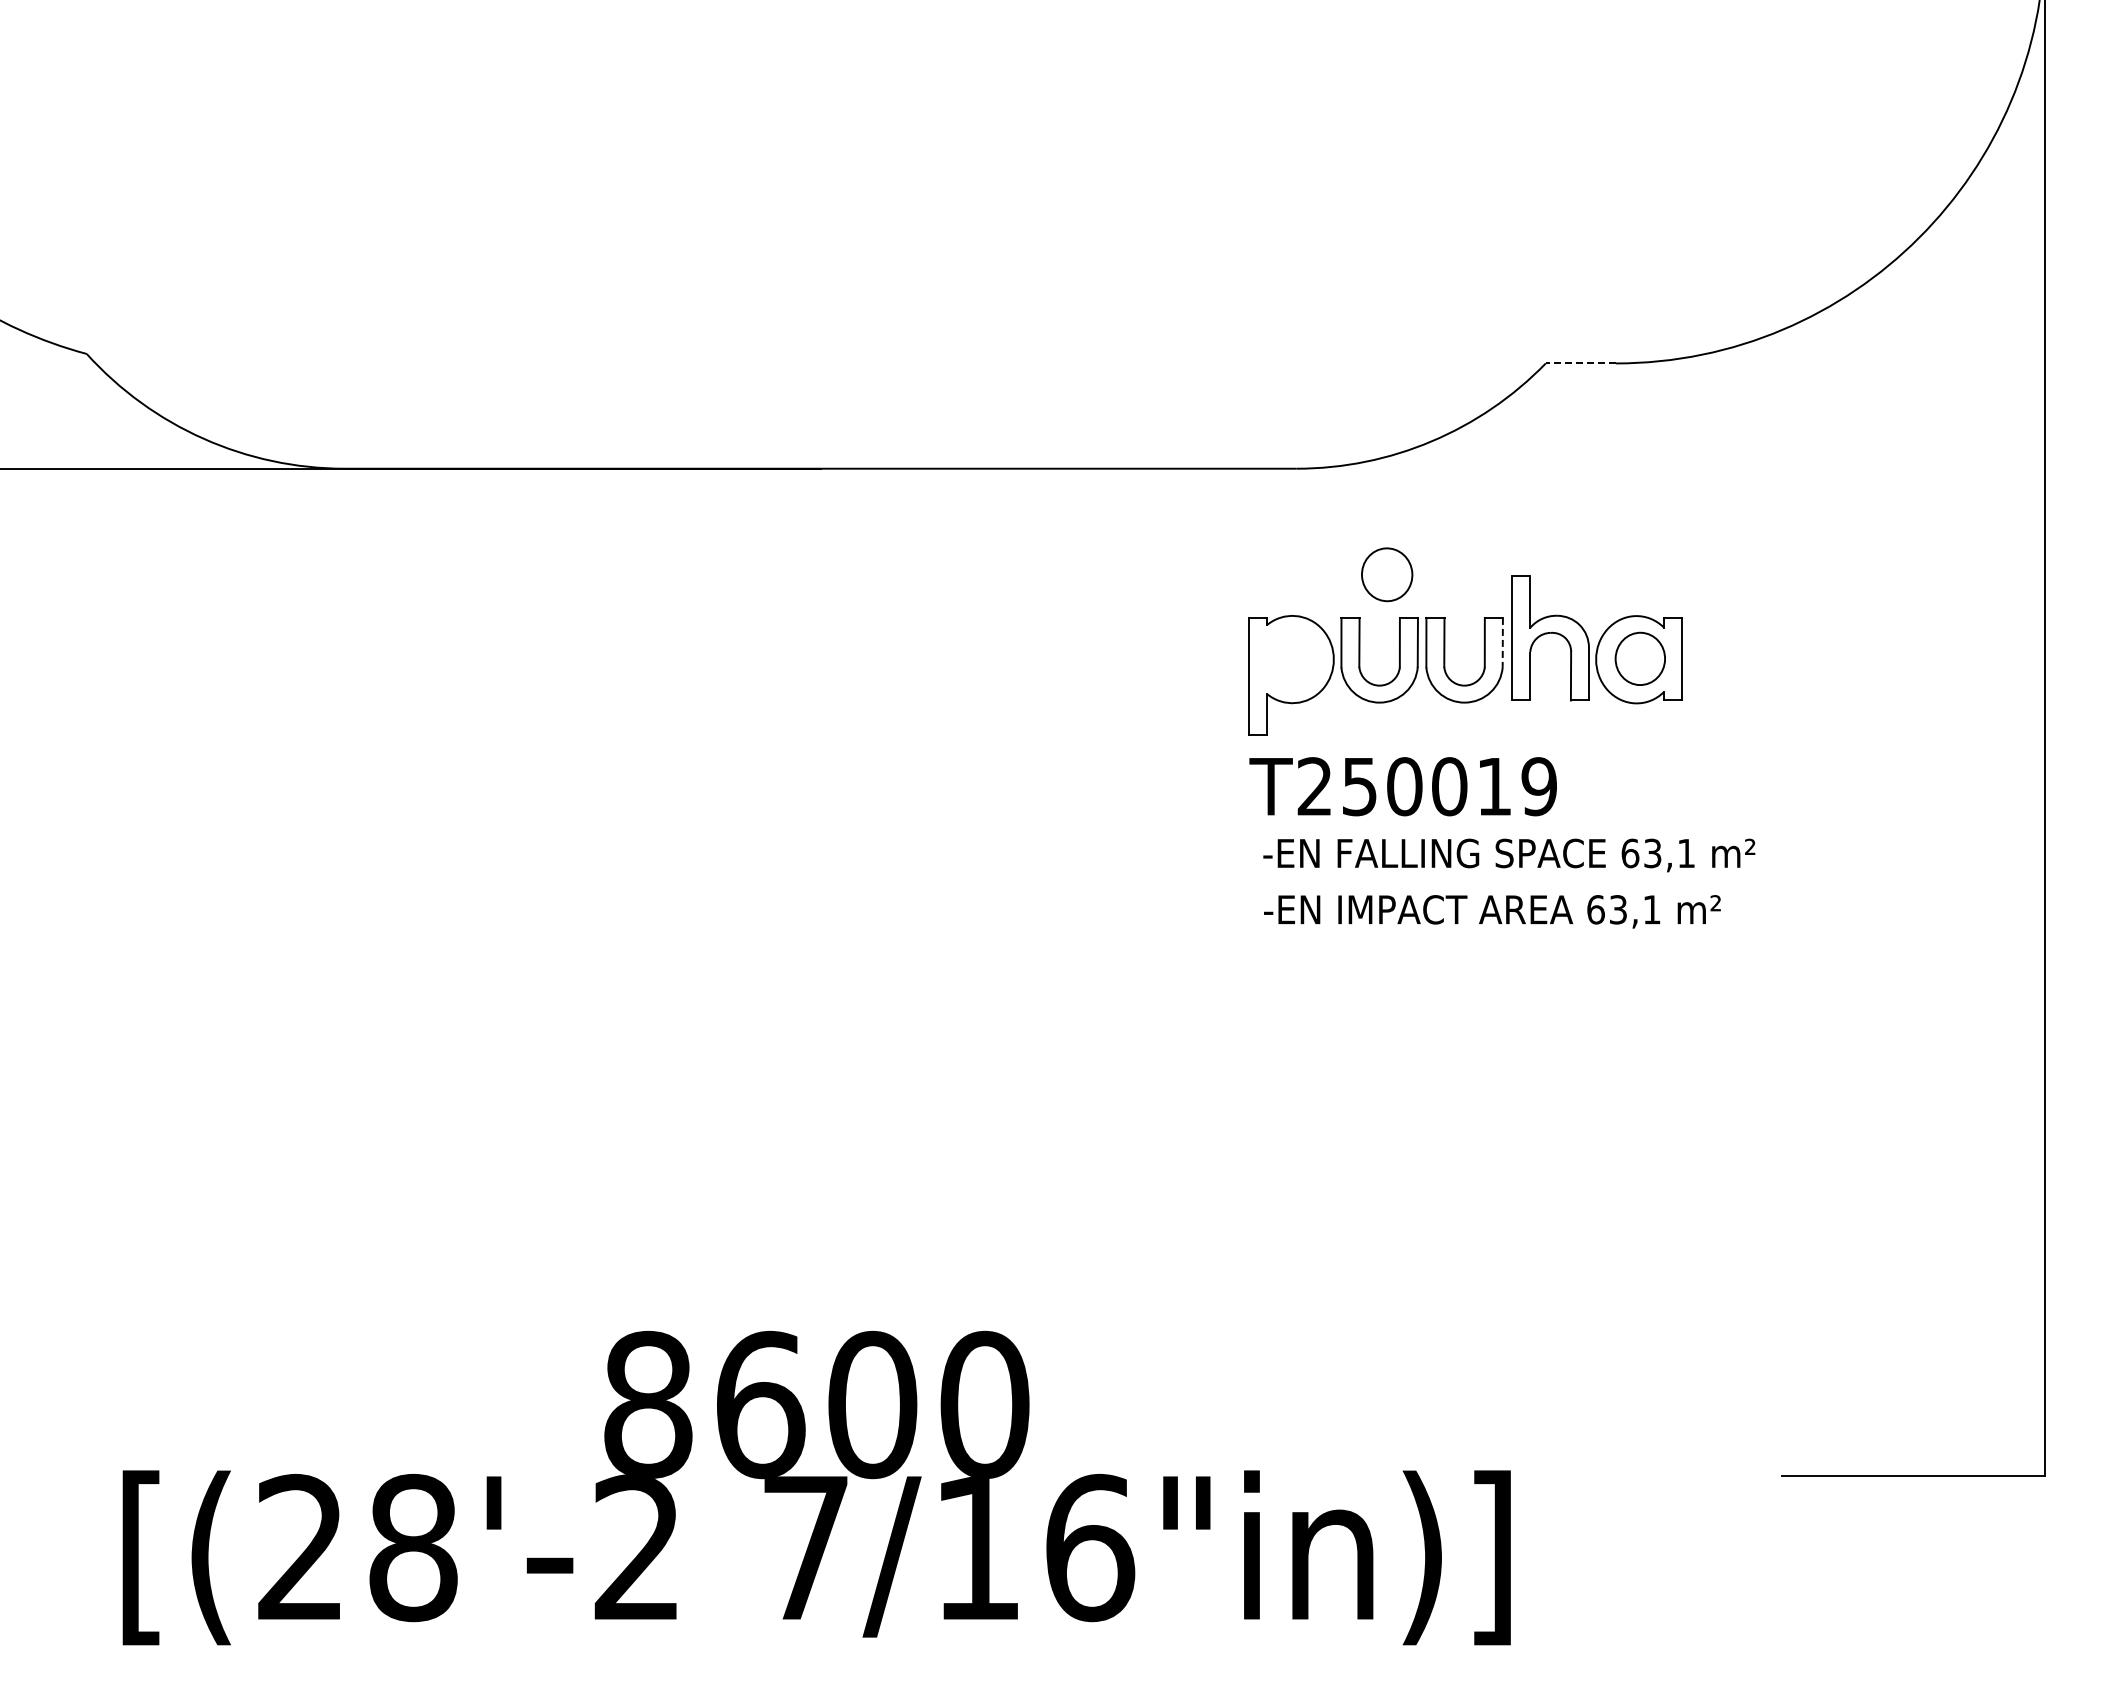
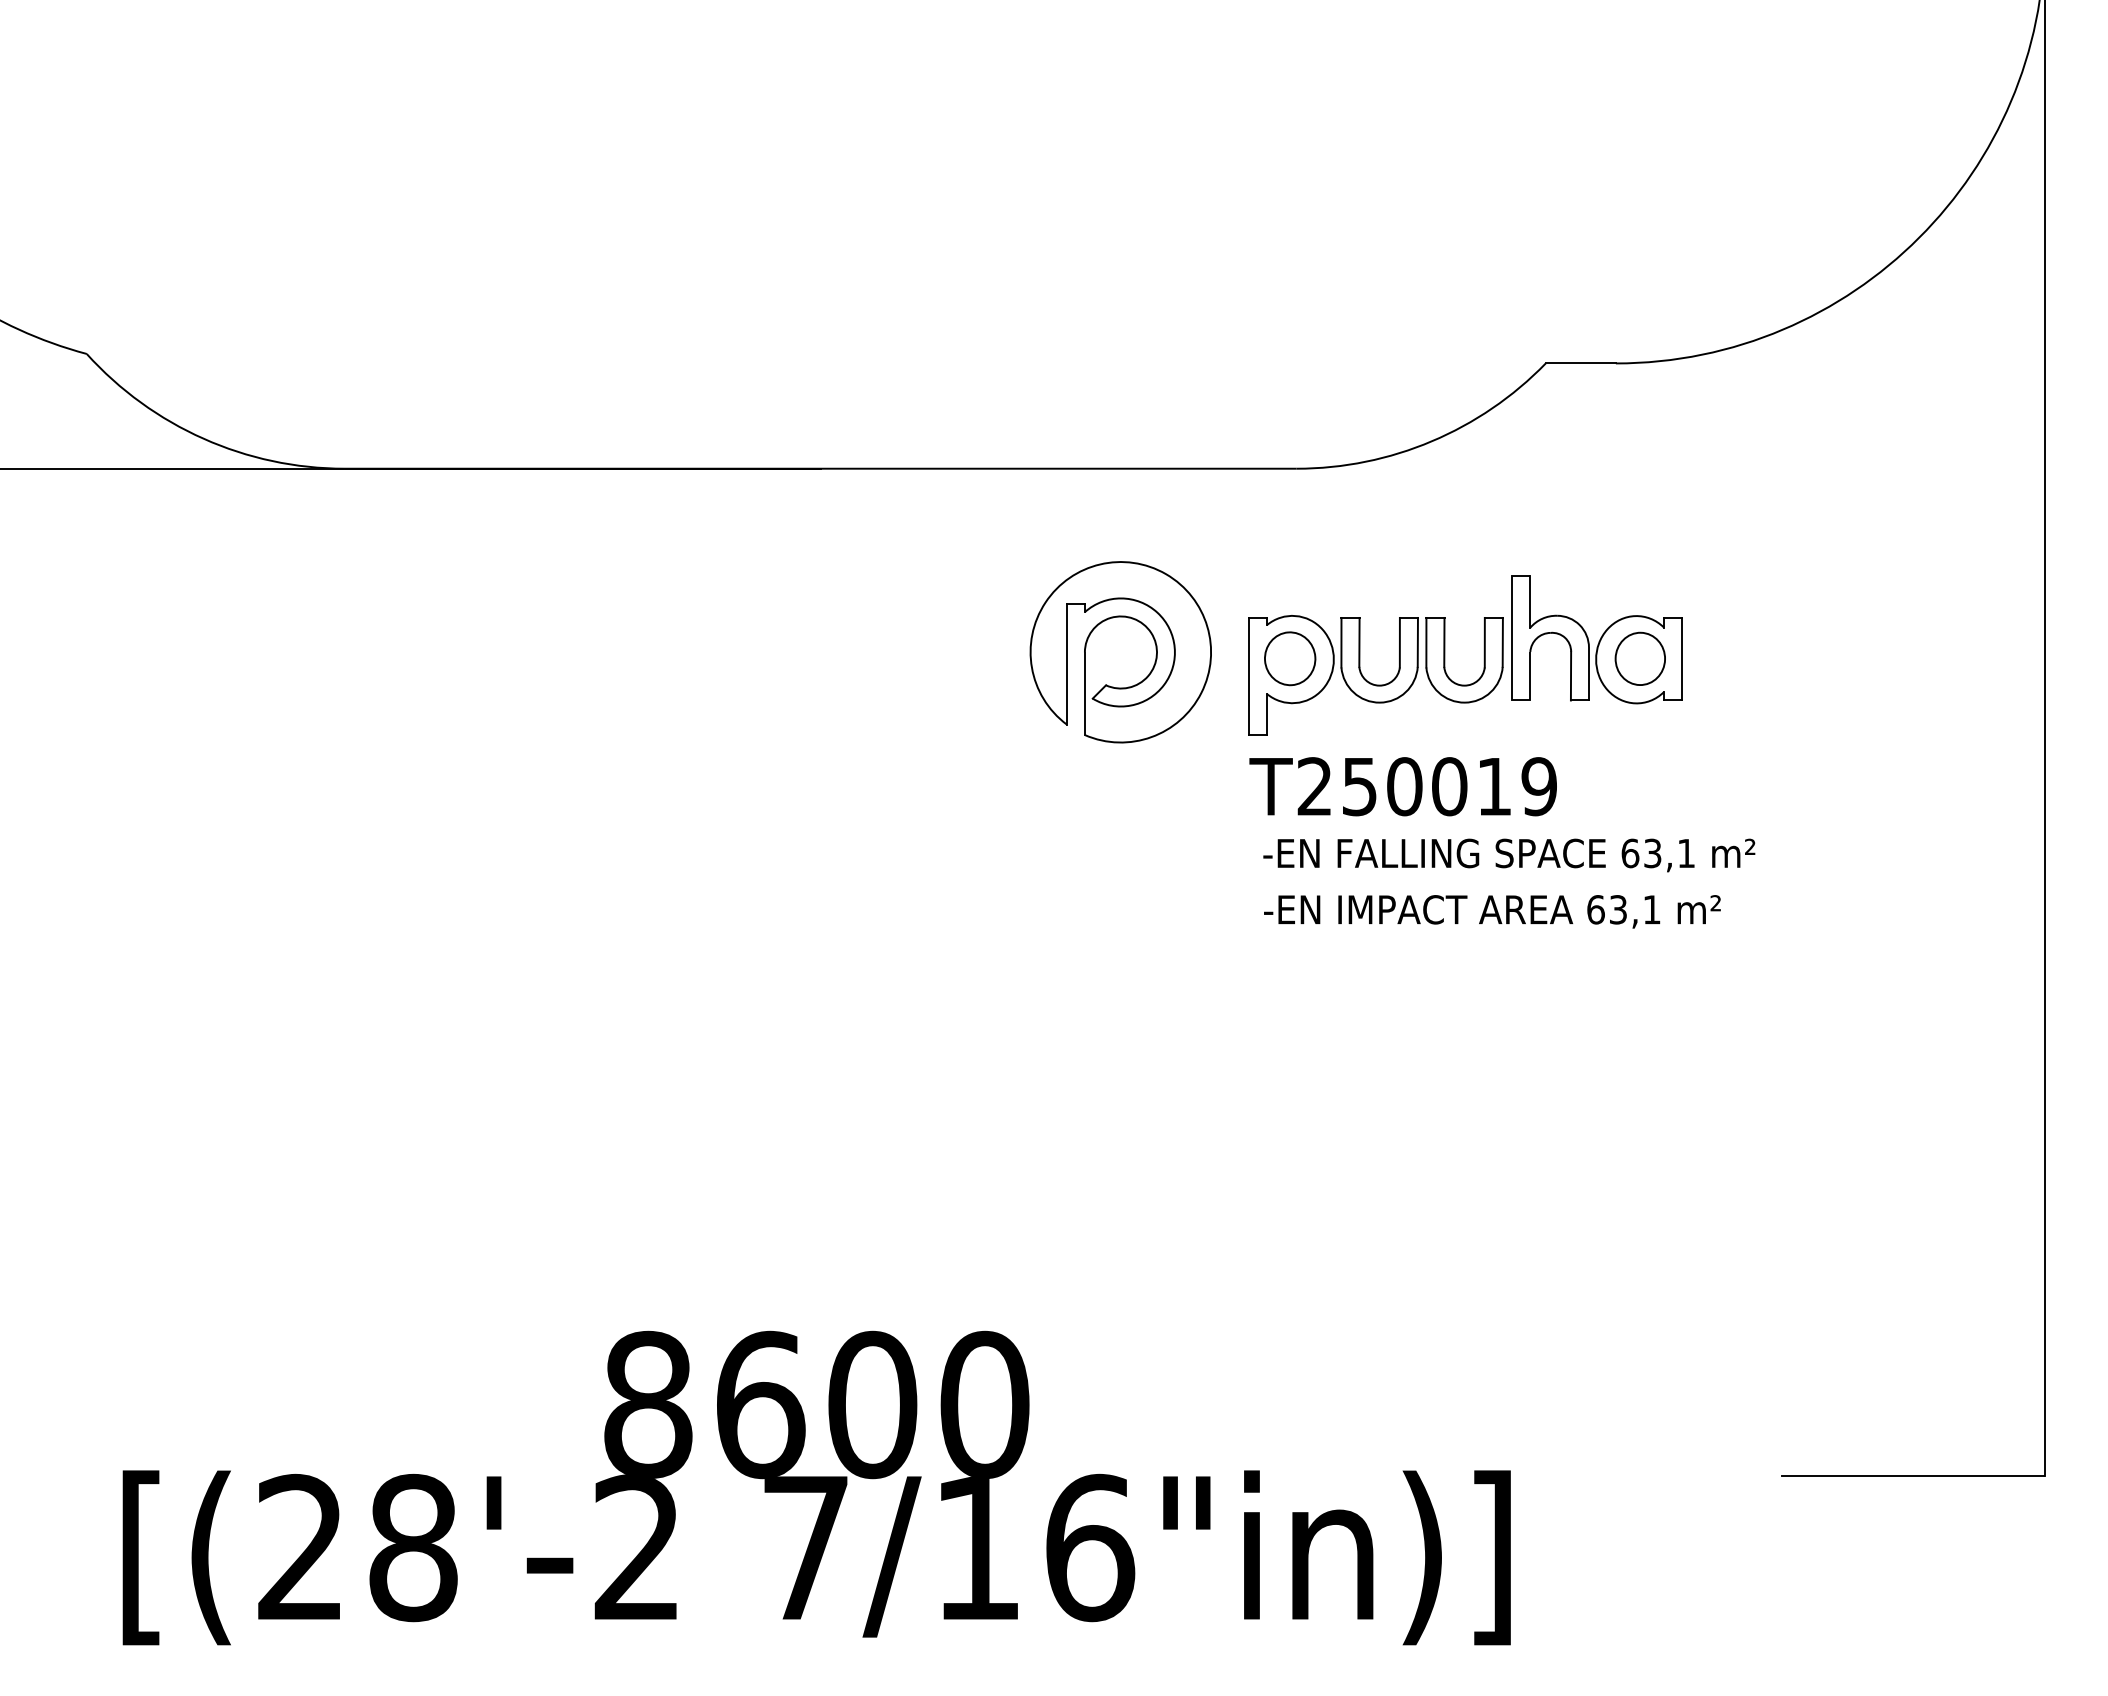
line at (1580, 363): dashed -> solid
part at (1387, 574) position: (1387, 574) -> (1290, 658)
line at (1502, 642): dashed -> solid
part at (1120, 652): none -> present
